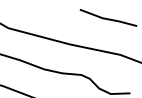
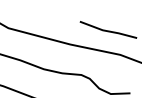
line at (108, 18) position: (108, 18) -> (108, 30)
